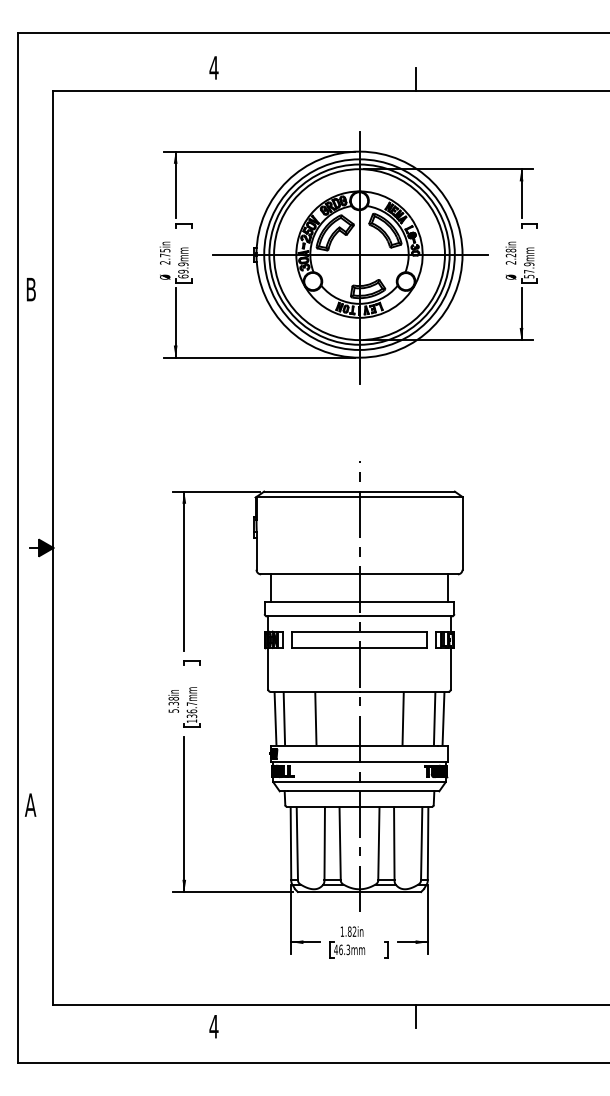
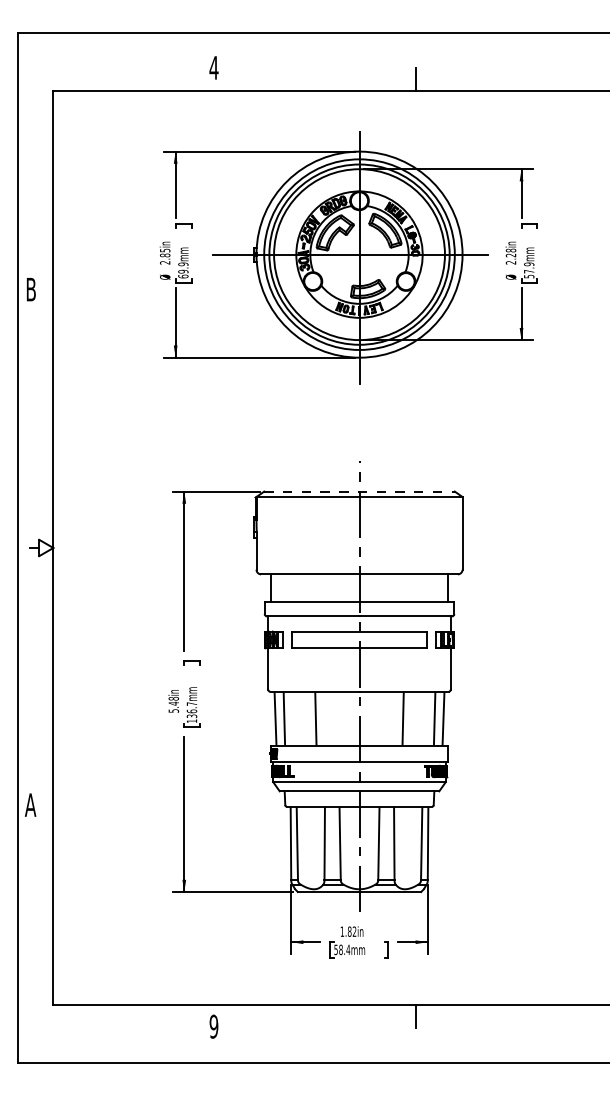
text at (165, 255): 2.75in -> 2.85in
line at (360, 491): solid -> dashed
fill at (46, 547): present -> none
text at (173, 703): 5.38in -> 5.48in
text at (341, 949): 46.3mm -> 58.4mm
text at (213, 1026): 4 -> 9
